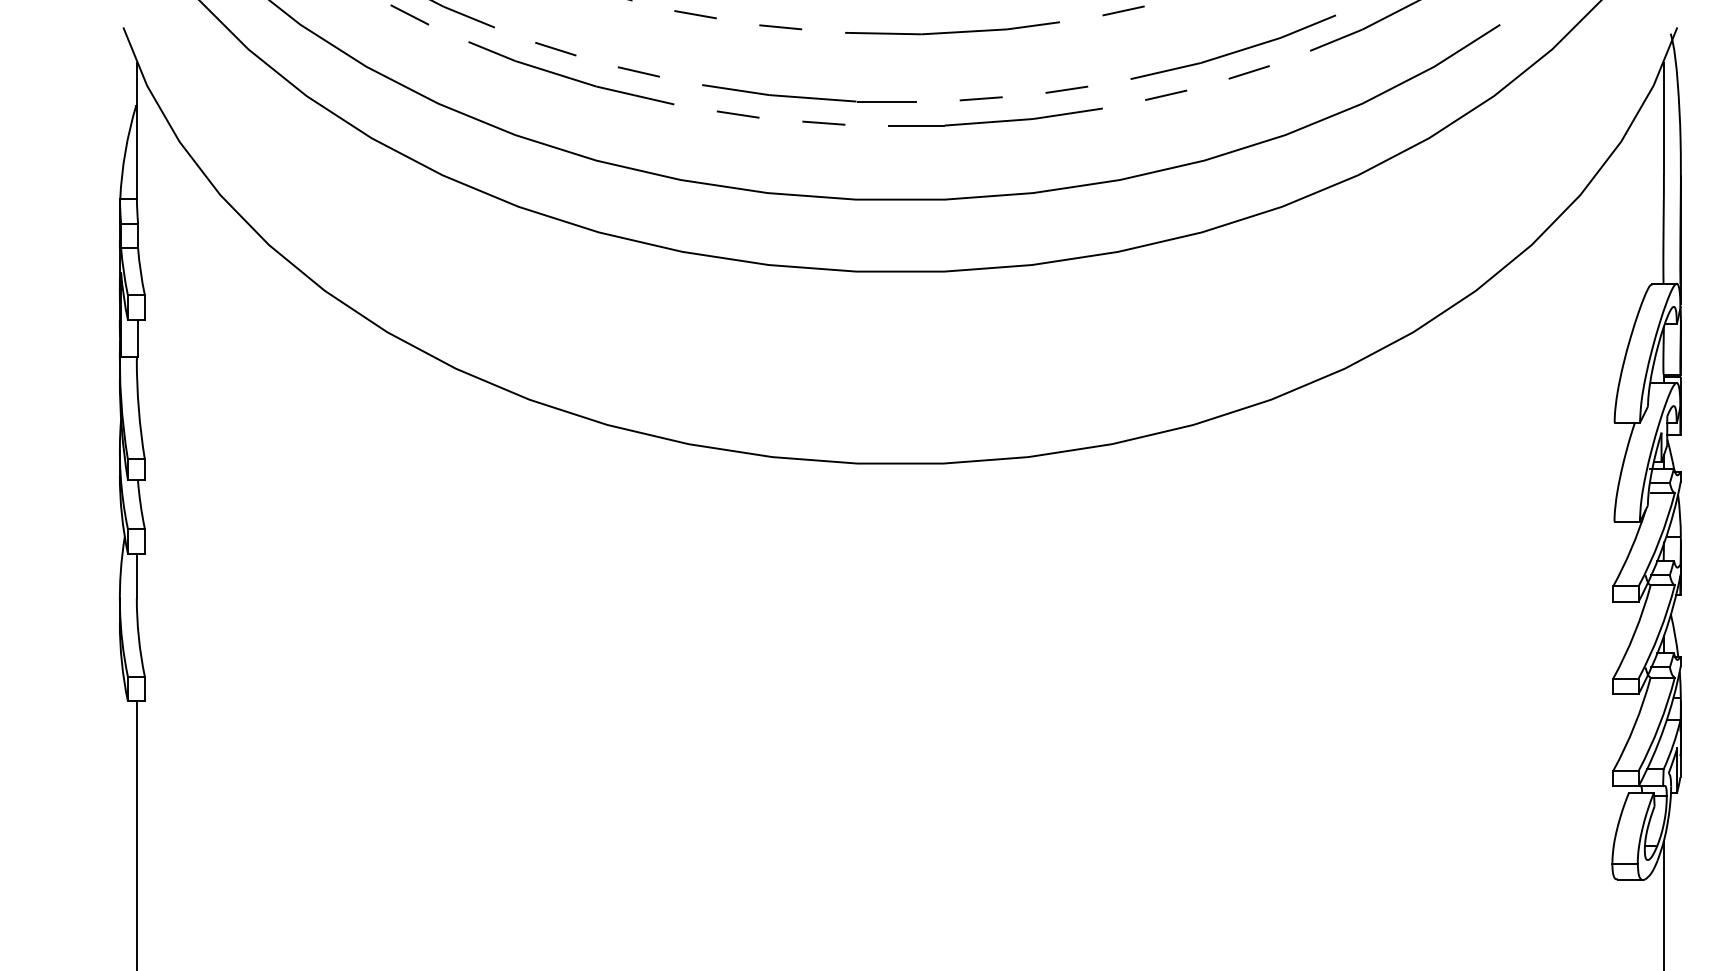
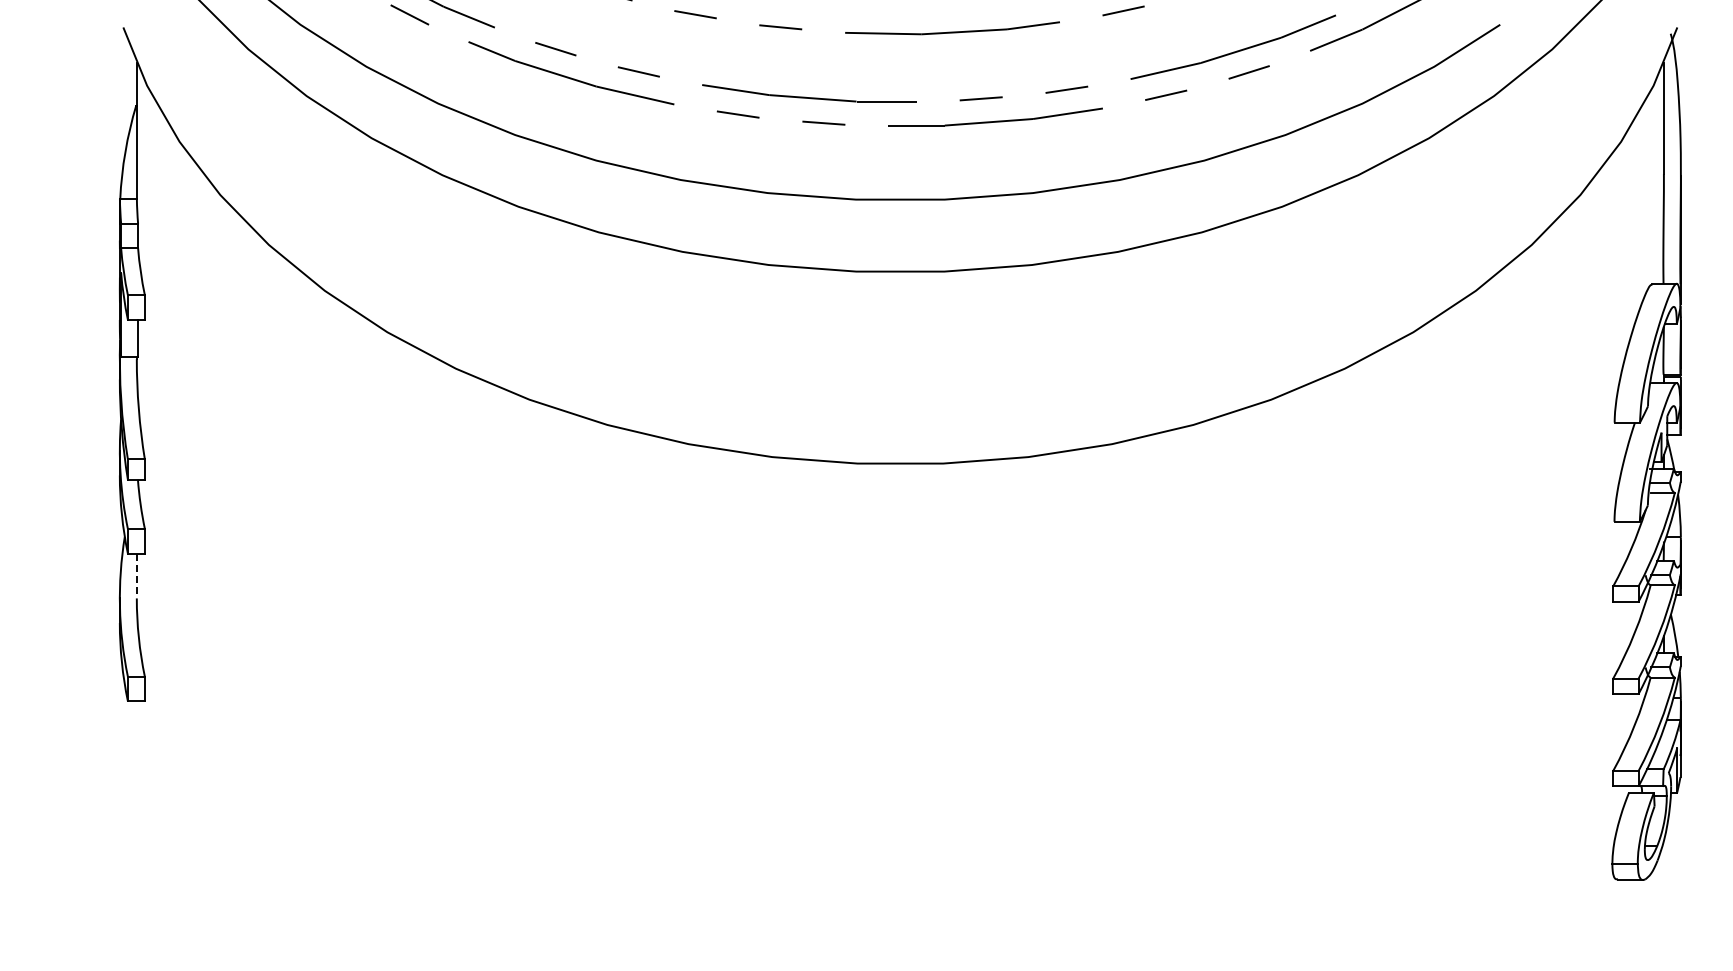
line at (136, 576): solid -> dashed
line at (136, 834): present -> none
line at (1663, 903): present -> none
